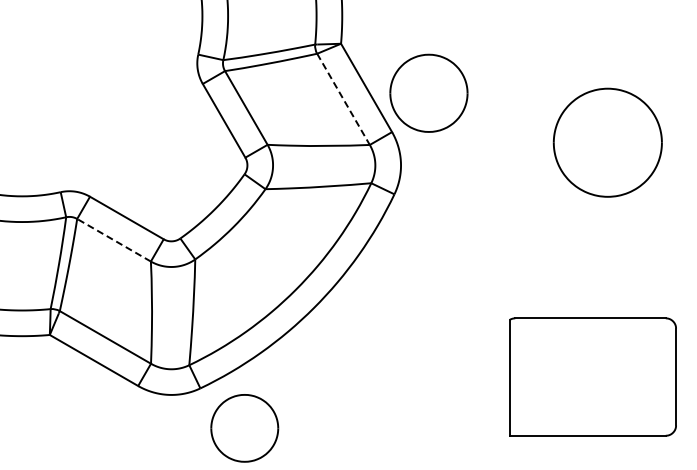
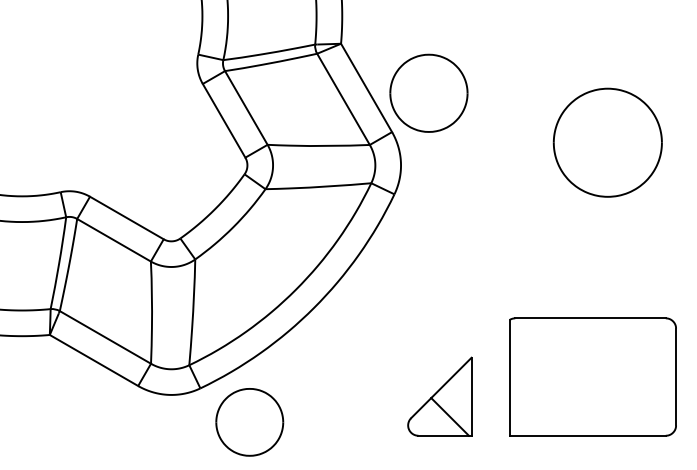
line at (343, 99): dashed -> solid
line at (114, 240): dashed -> solid
part at (439, 396): none -> present
part at (244, 428) position: (244, 428) -> (249, 422)
